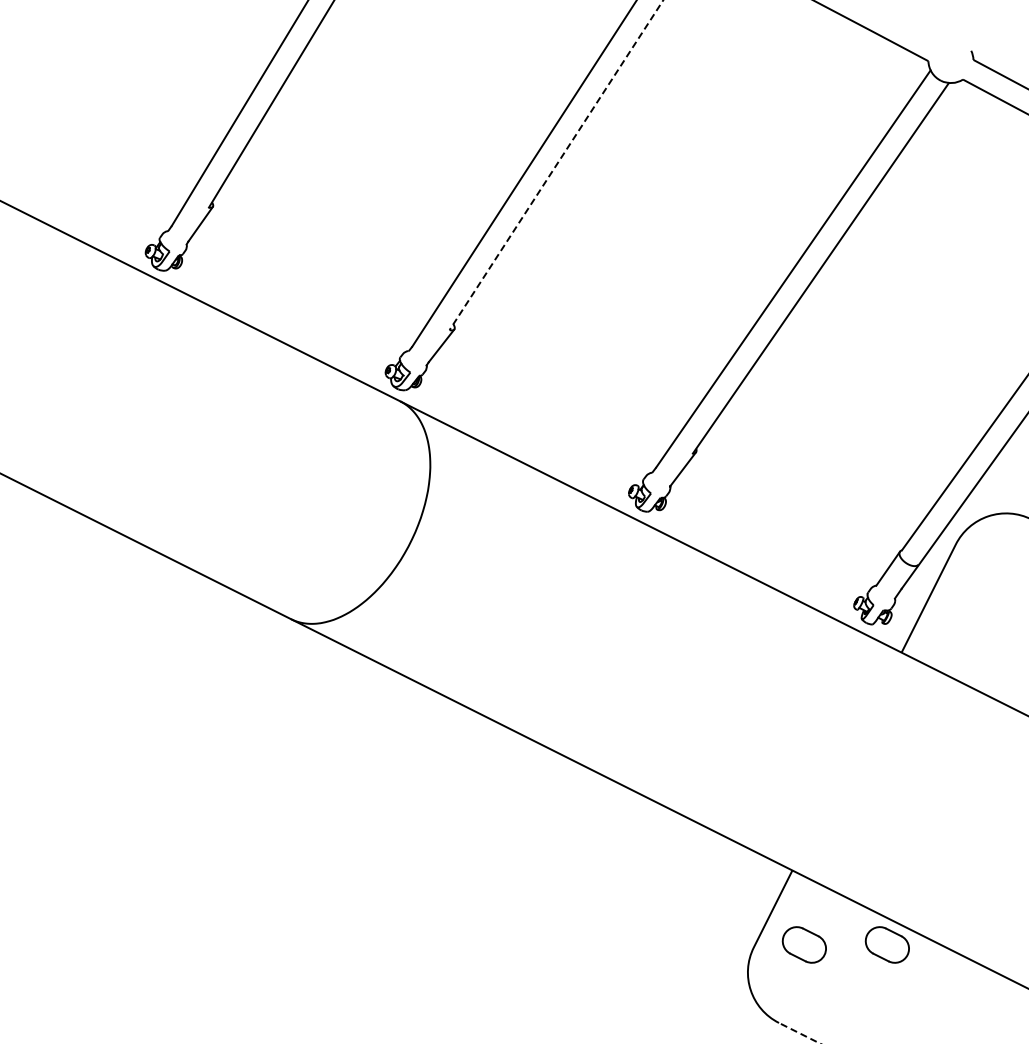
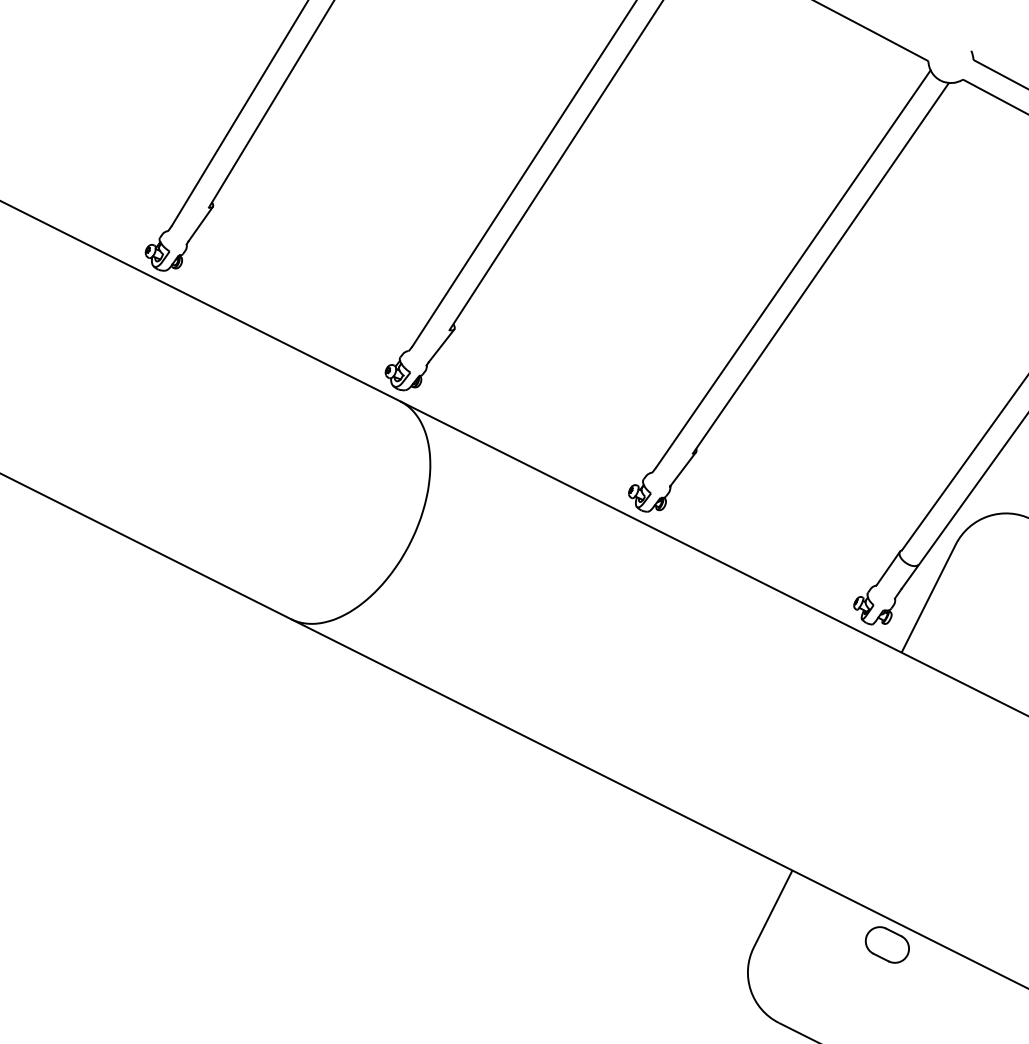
line at (556, 165): dashed -> solid
part at (803, 944): present -> none
line at (799, 1033): dashed -> solid
